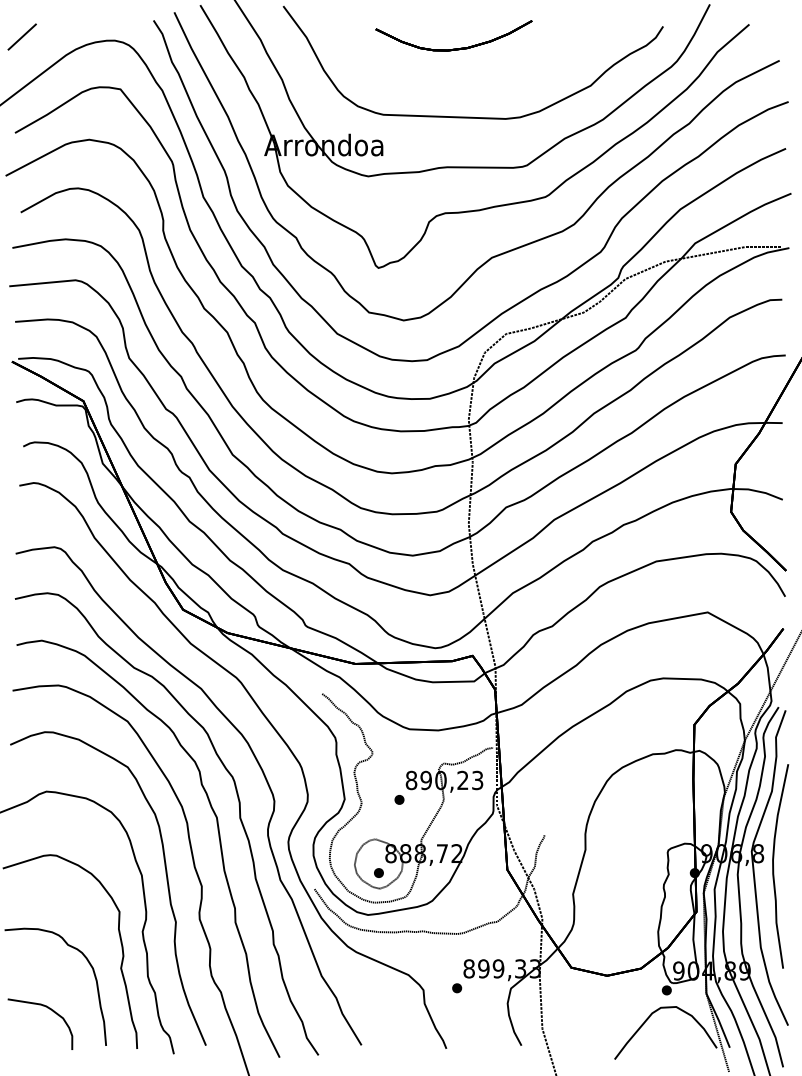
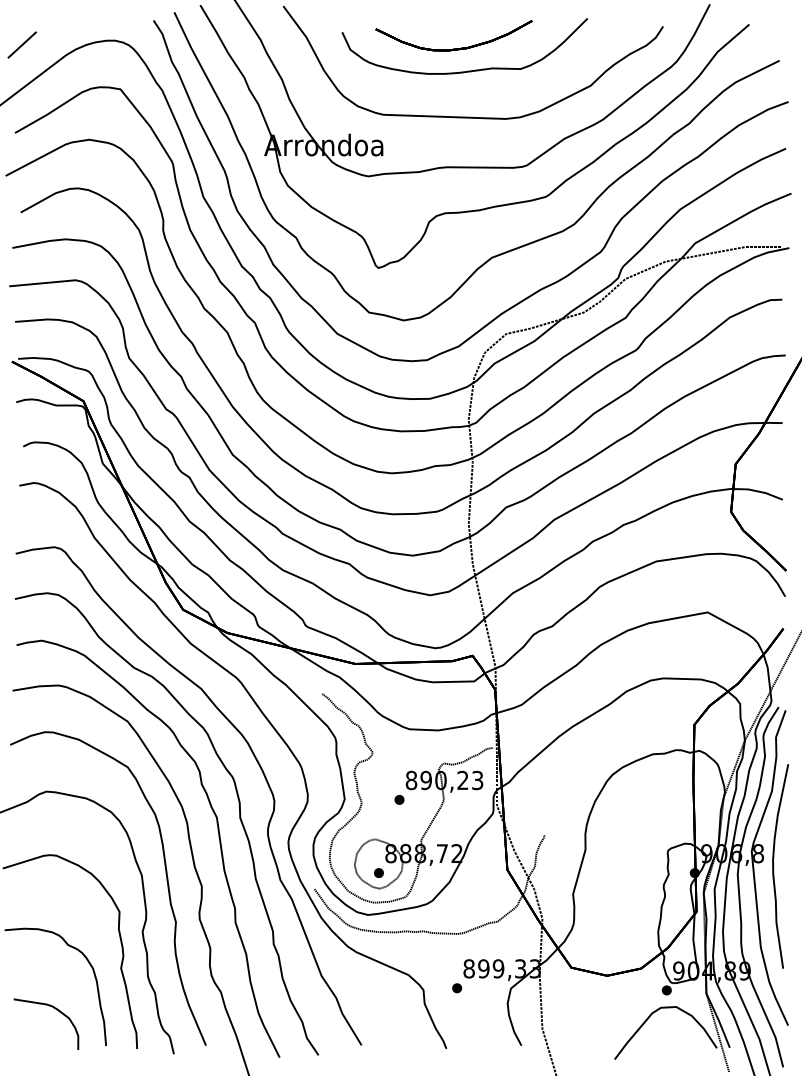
line at (21, 36) position: (21, 36) -> (21, 44)
part at (467, 70): none -> present
curve at (50, 1010) position: (50, 1010) -> (56, 1010)
